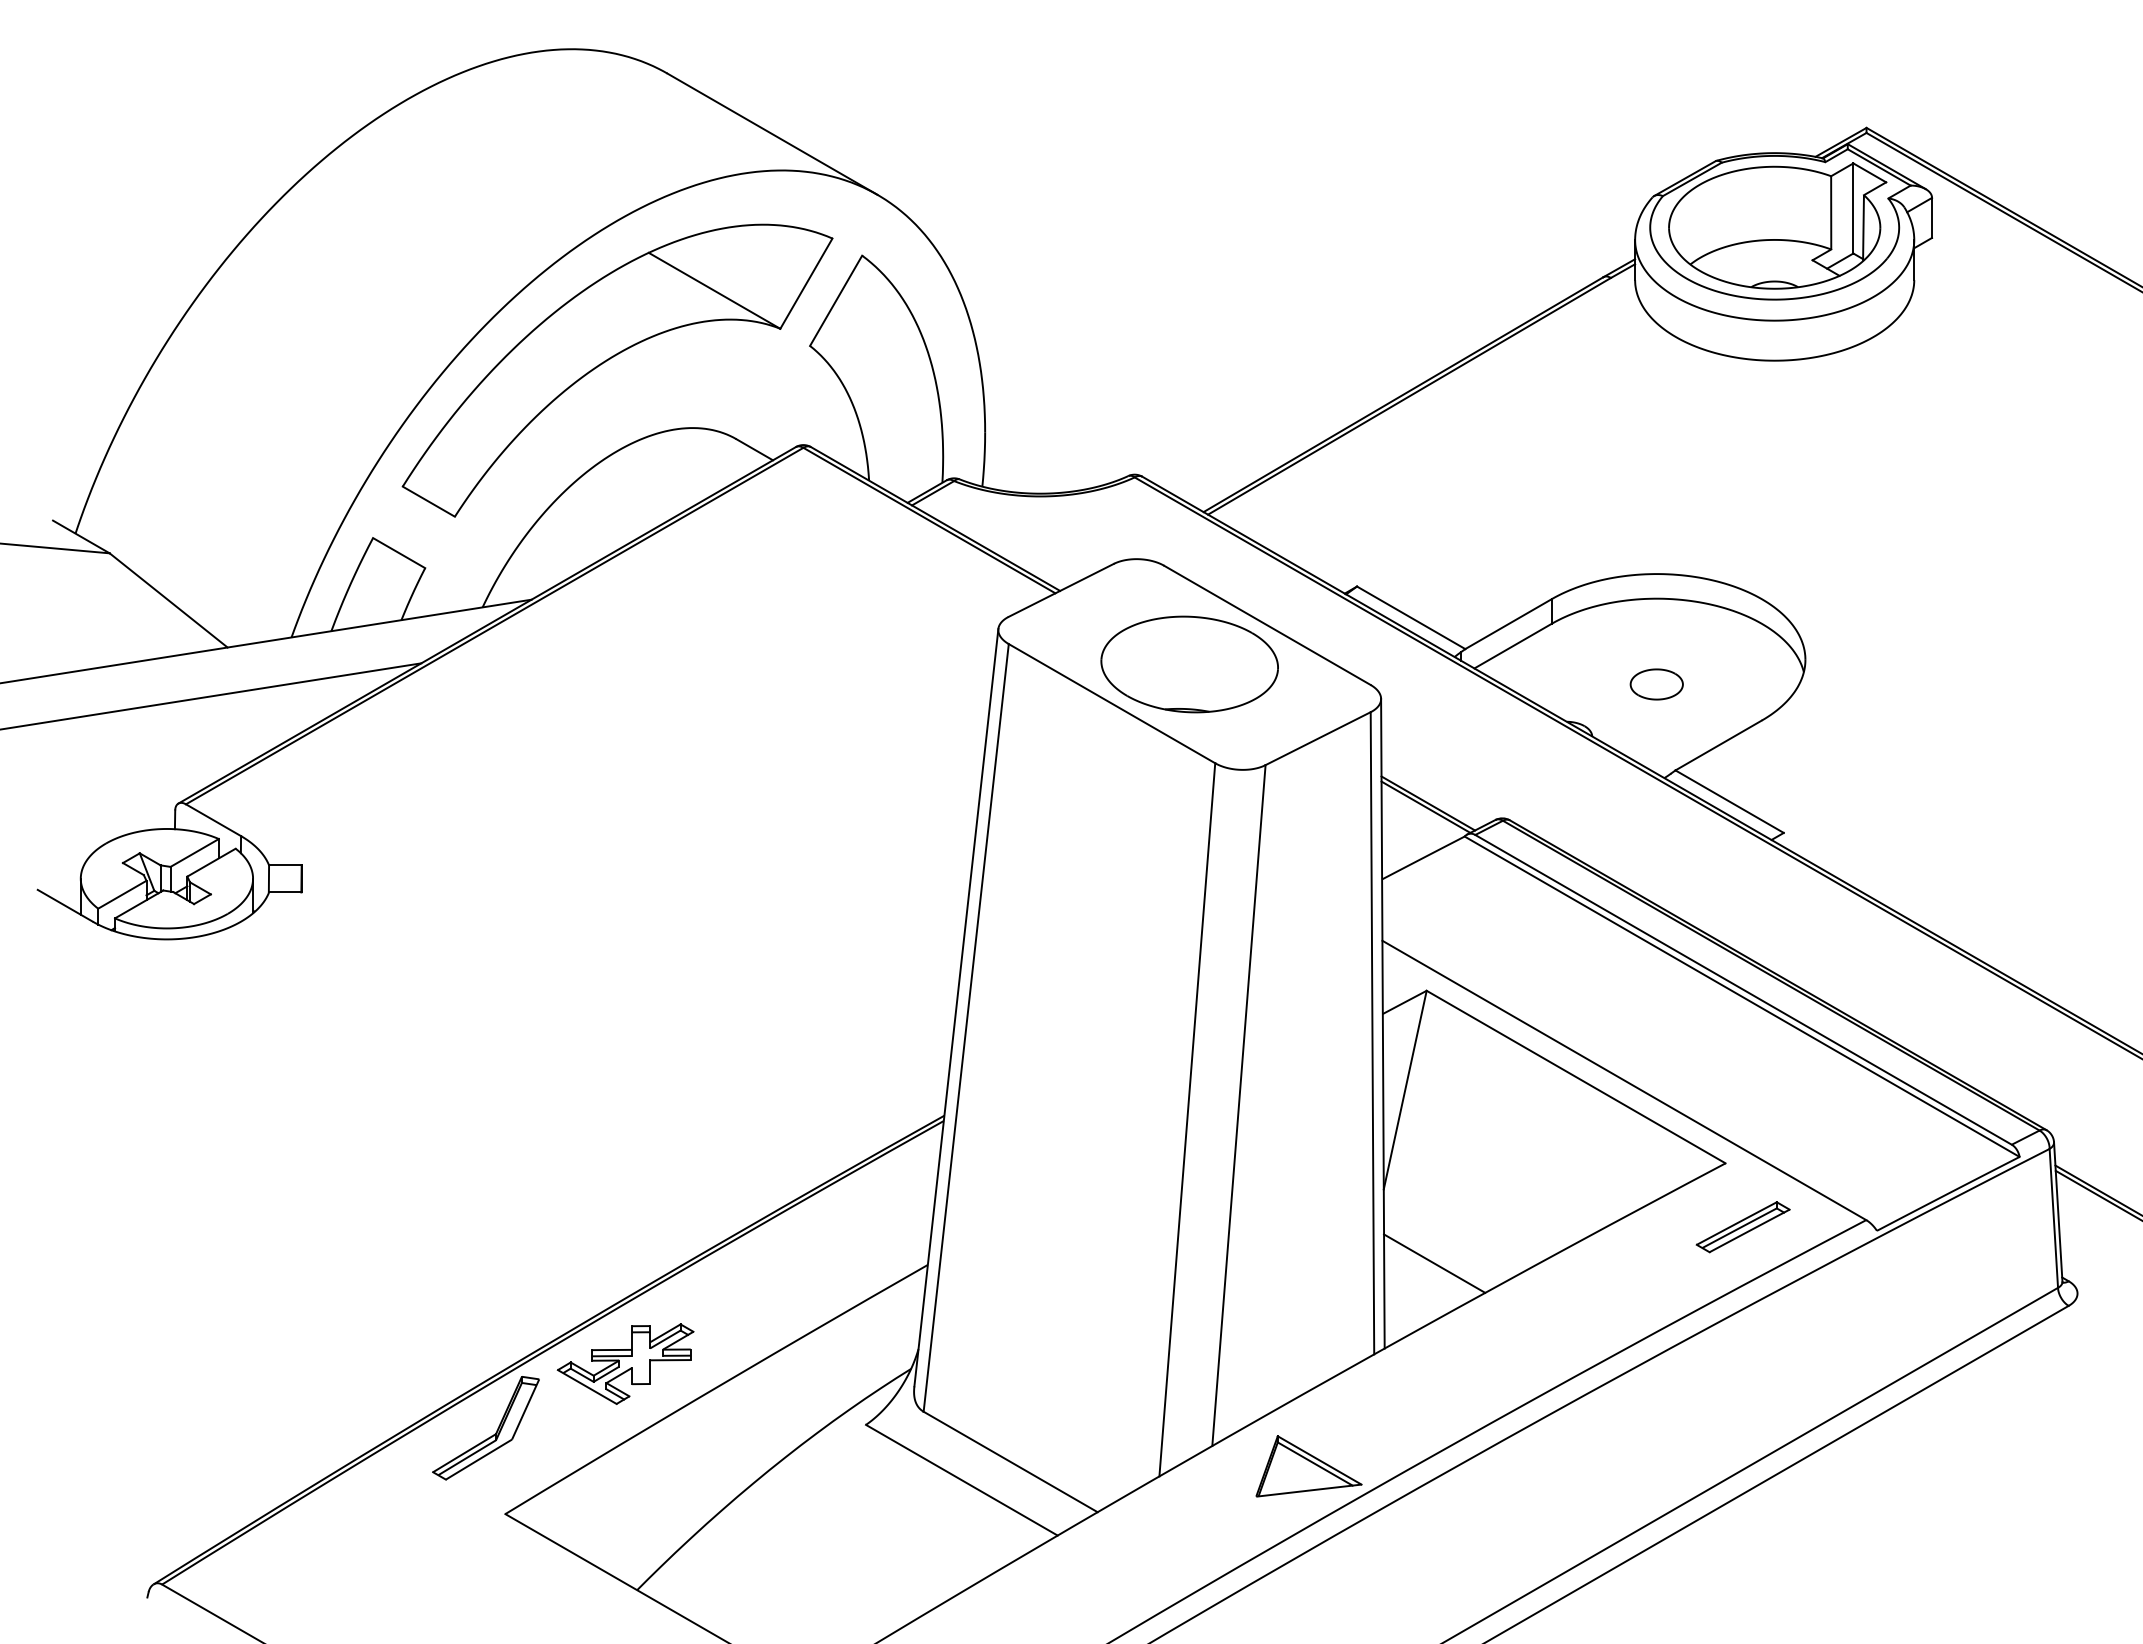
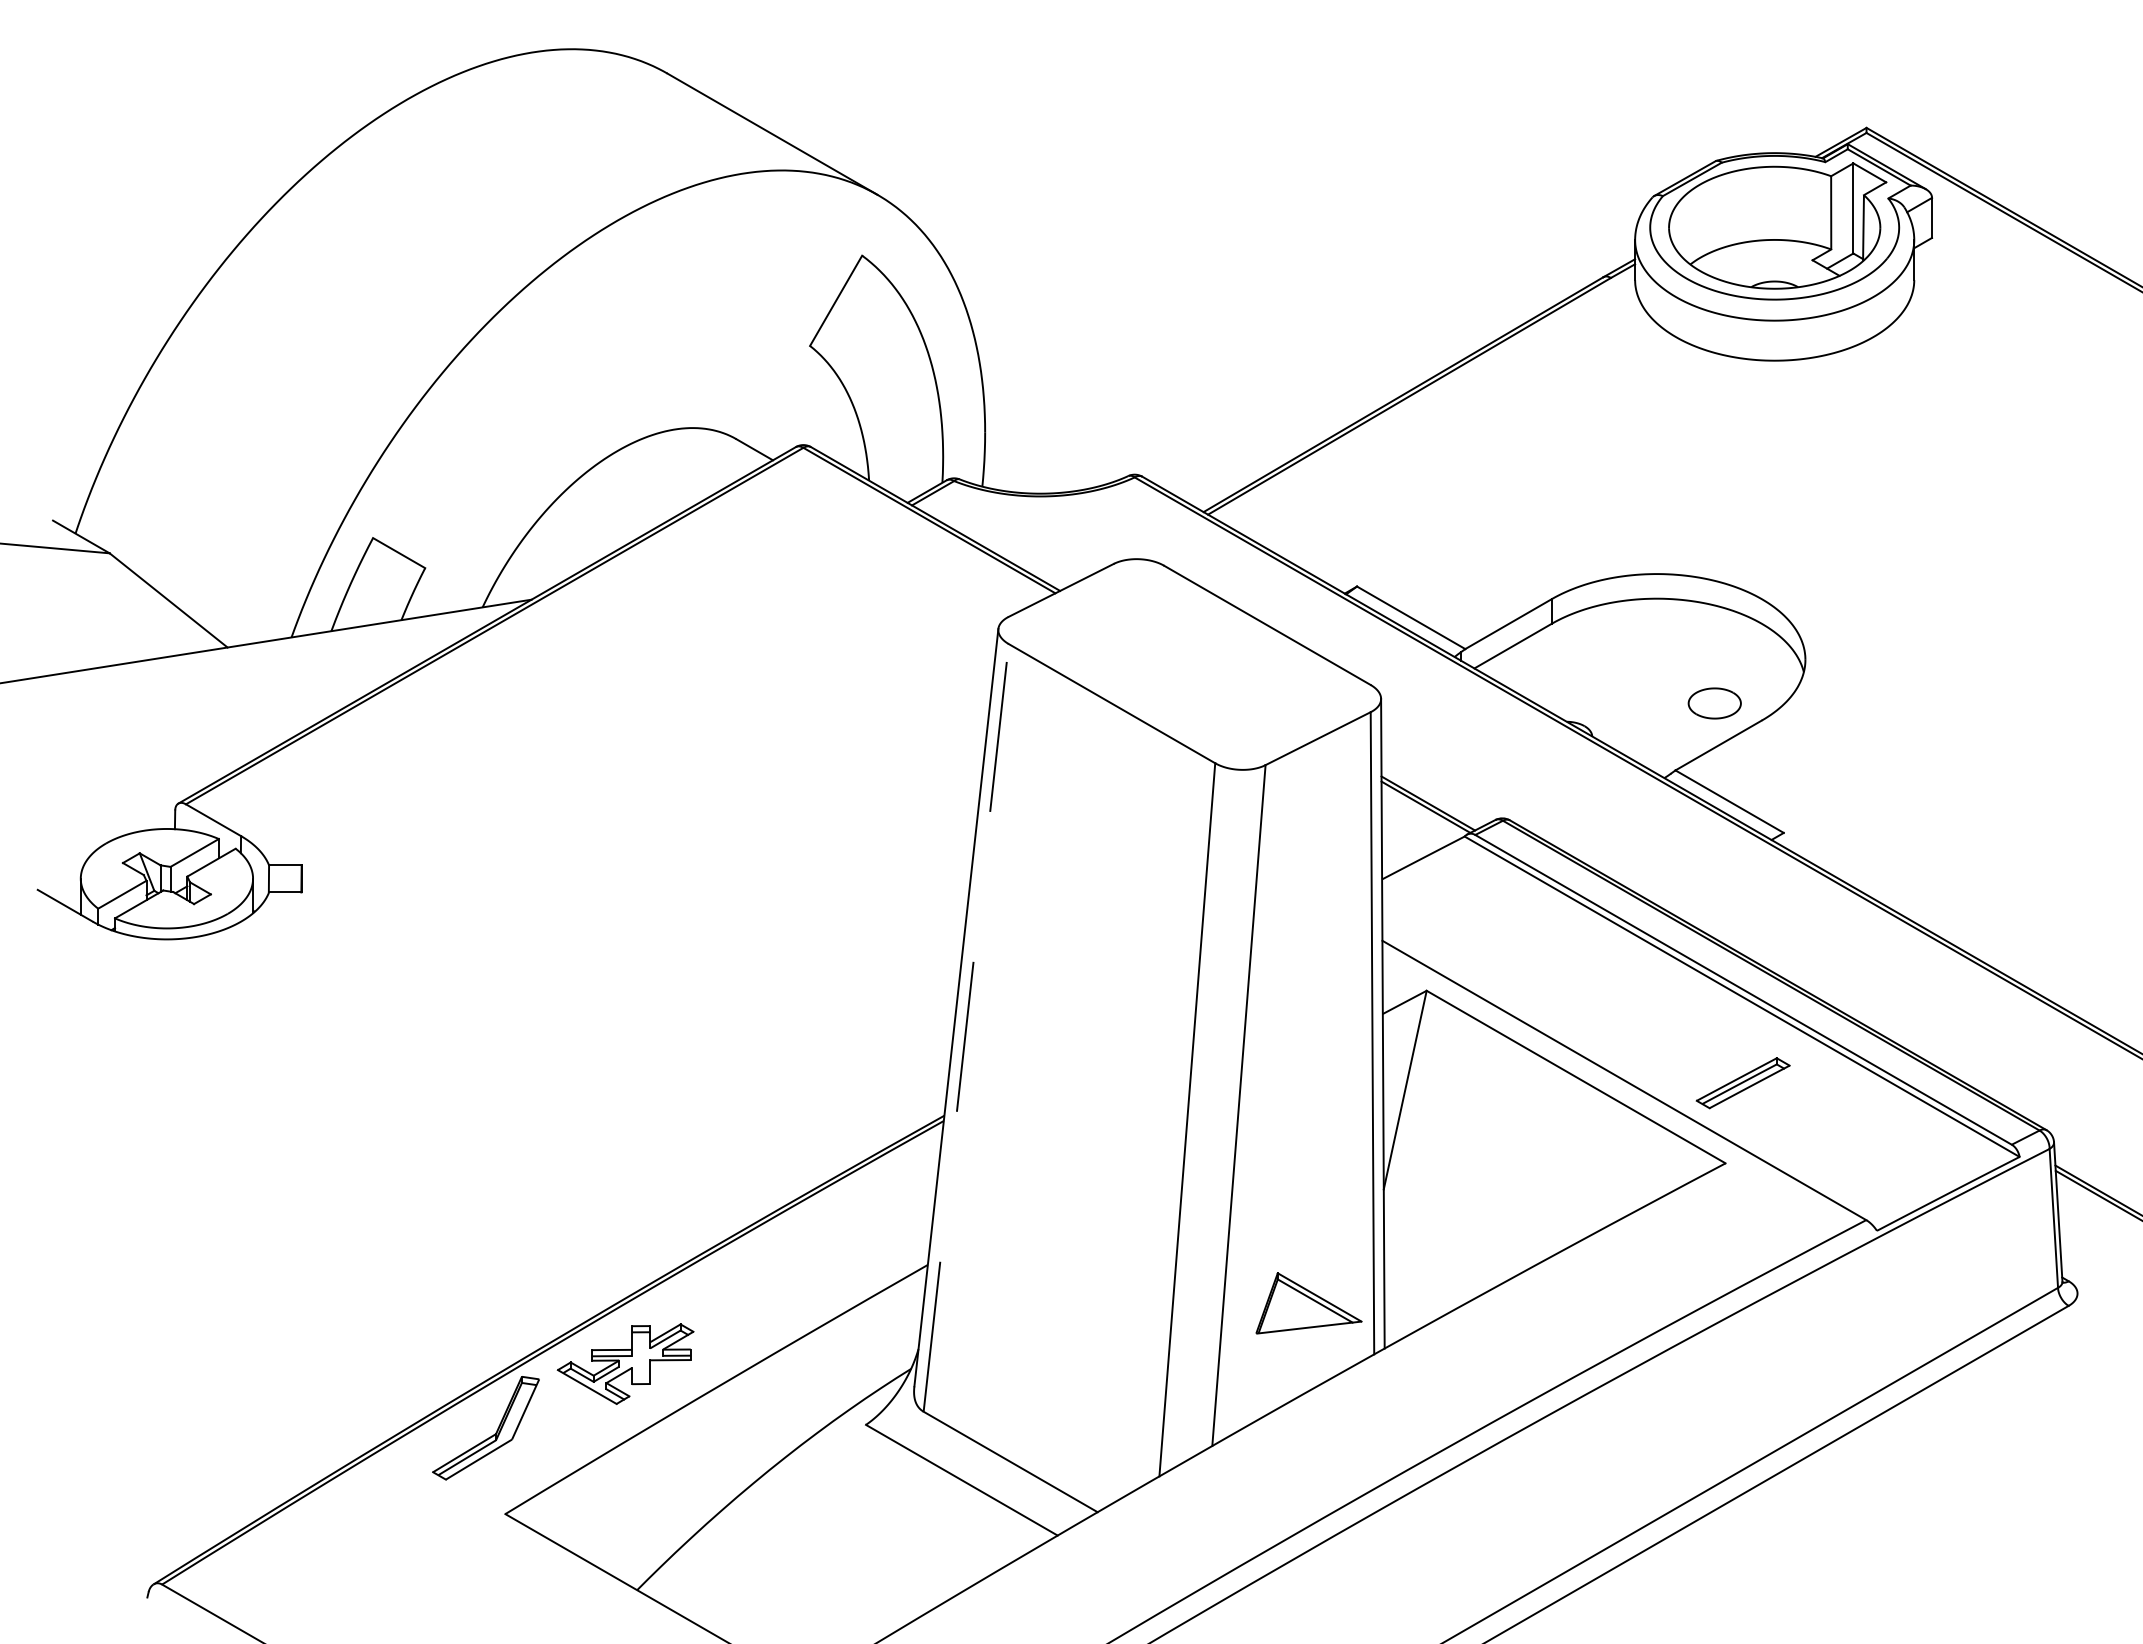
part at (612, 358): present -> none
part at (1189, 664): present -> none
part at (1656, 684) position: (1656, 684) -> (1714, 703)
line at (211, 696): present -> none
line at (966, 1027): solid -> dashed
part at (1742, 1227) position: (1742, 1227) -> (1742, 1083)
line at (1434, 1263): present -> none
part at (1308, 1466) position: (1308, 1466) -> (1308, 1303)
